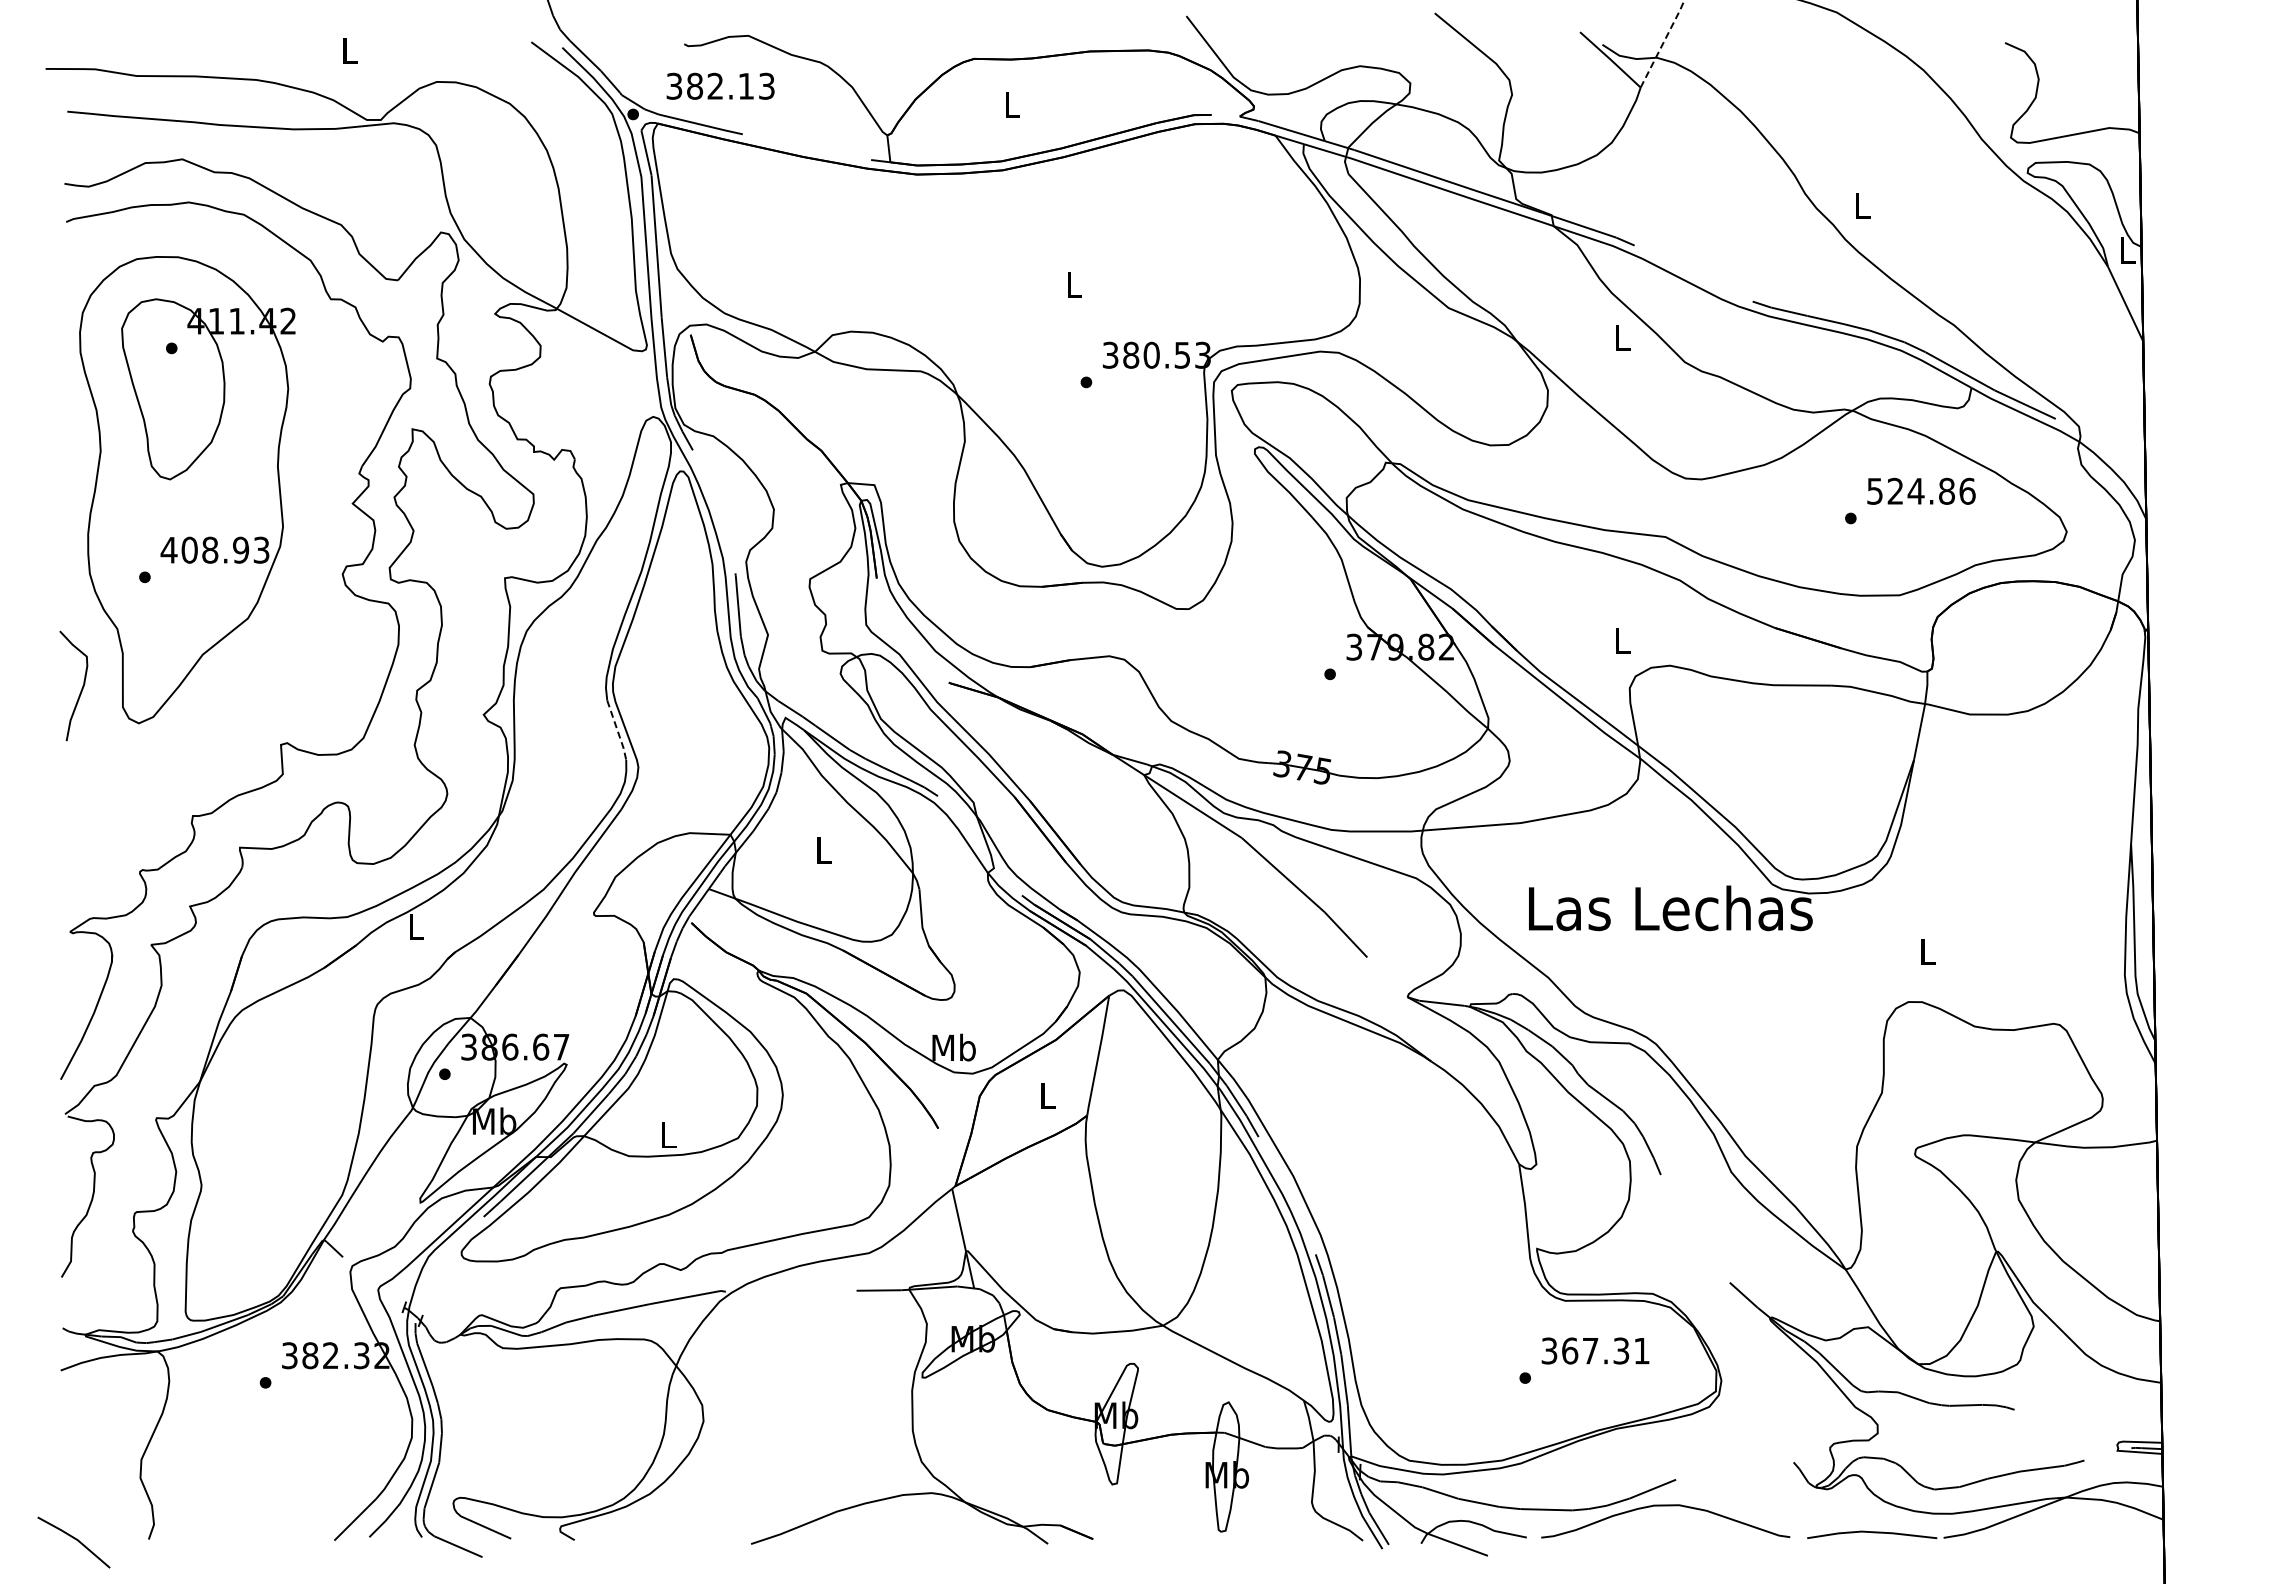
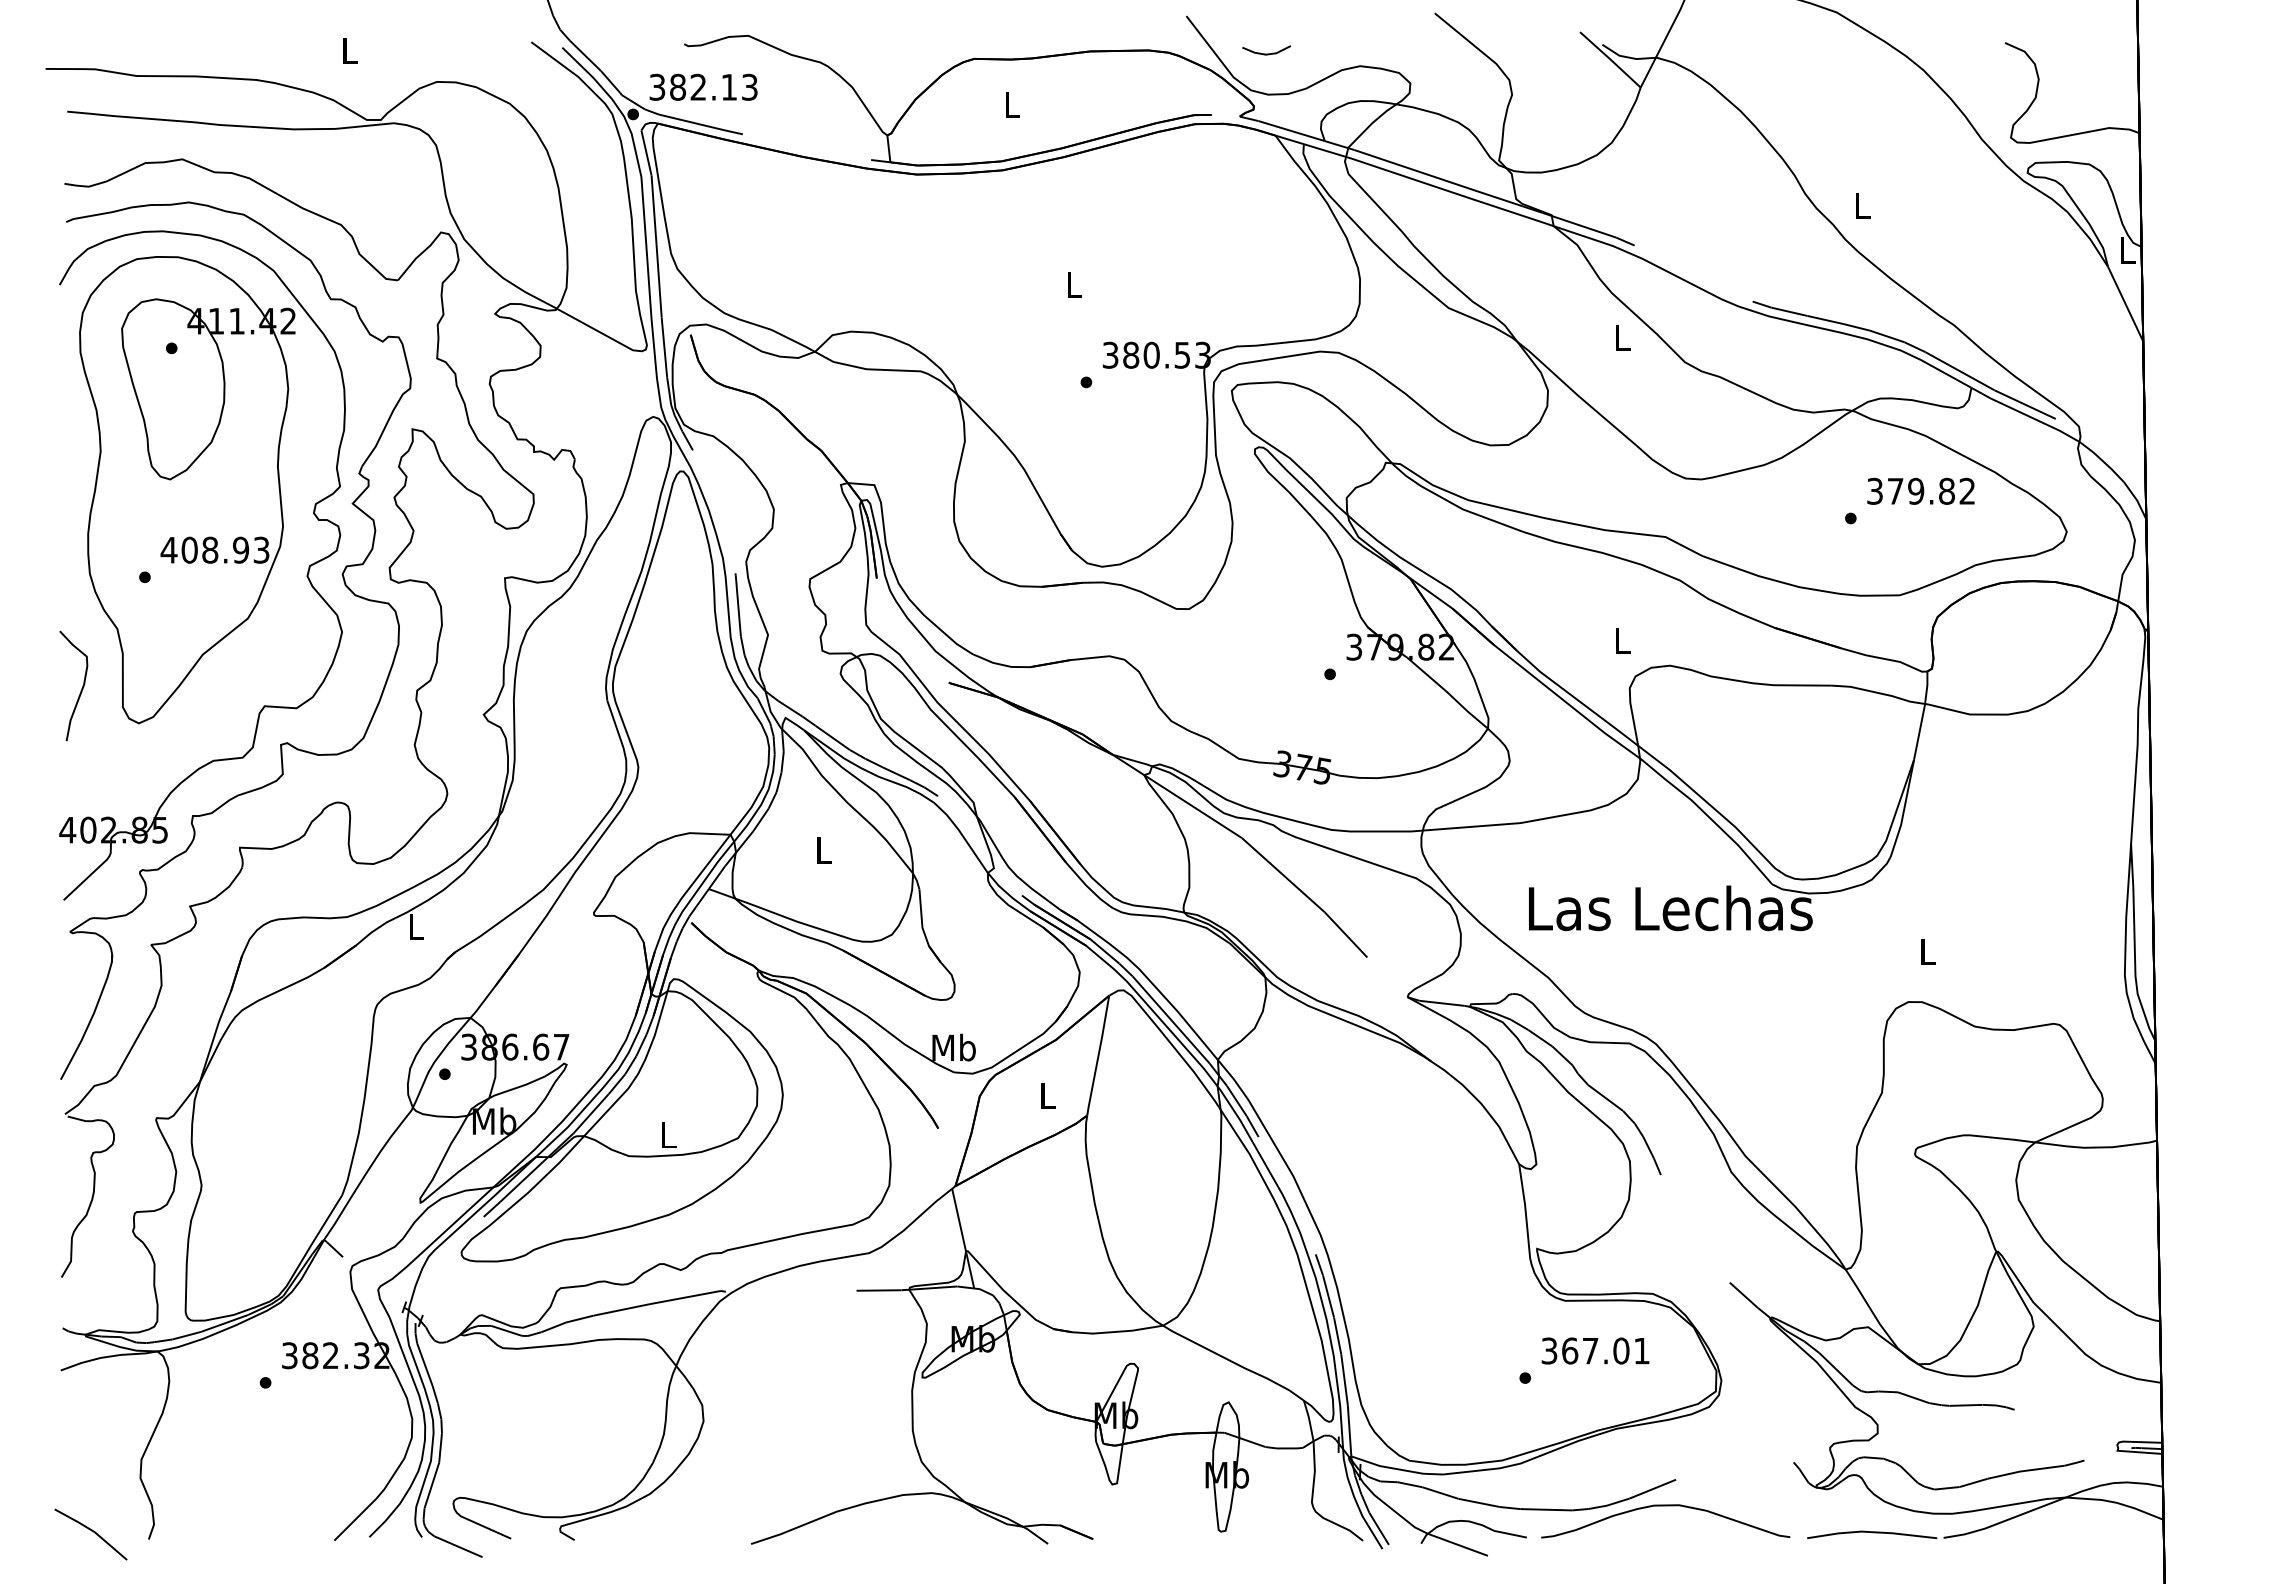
line at (1663, 43): dashed -> solid
line at (1266, 53): none -> present
text at (720, 85) position: (720, 85) -> (703, 86)
text at (1921, 490): 524.86 -> 379.82
part at (306, 575): none -> present
line at (617, 731): dashed -> solid
text at (1621, 1350): 367.31 -> 367.01
line at (74, 1539) position: (74, 1539) -> (91, 1531)
